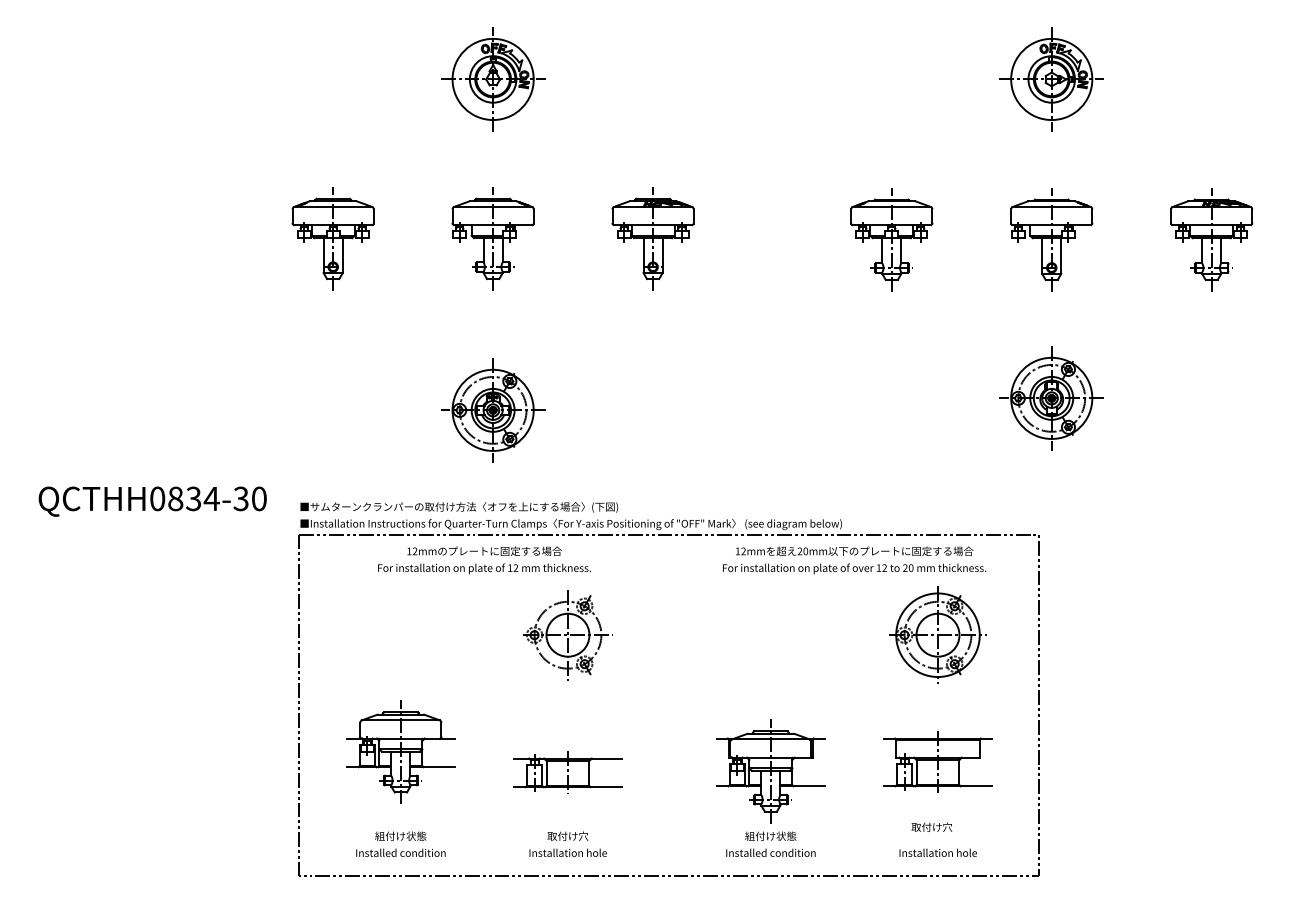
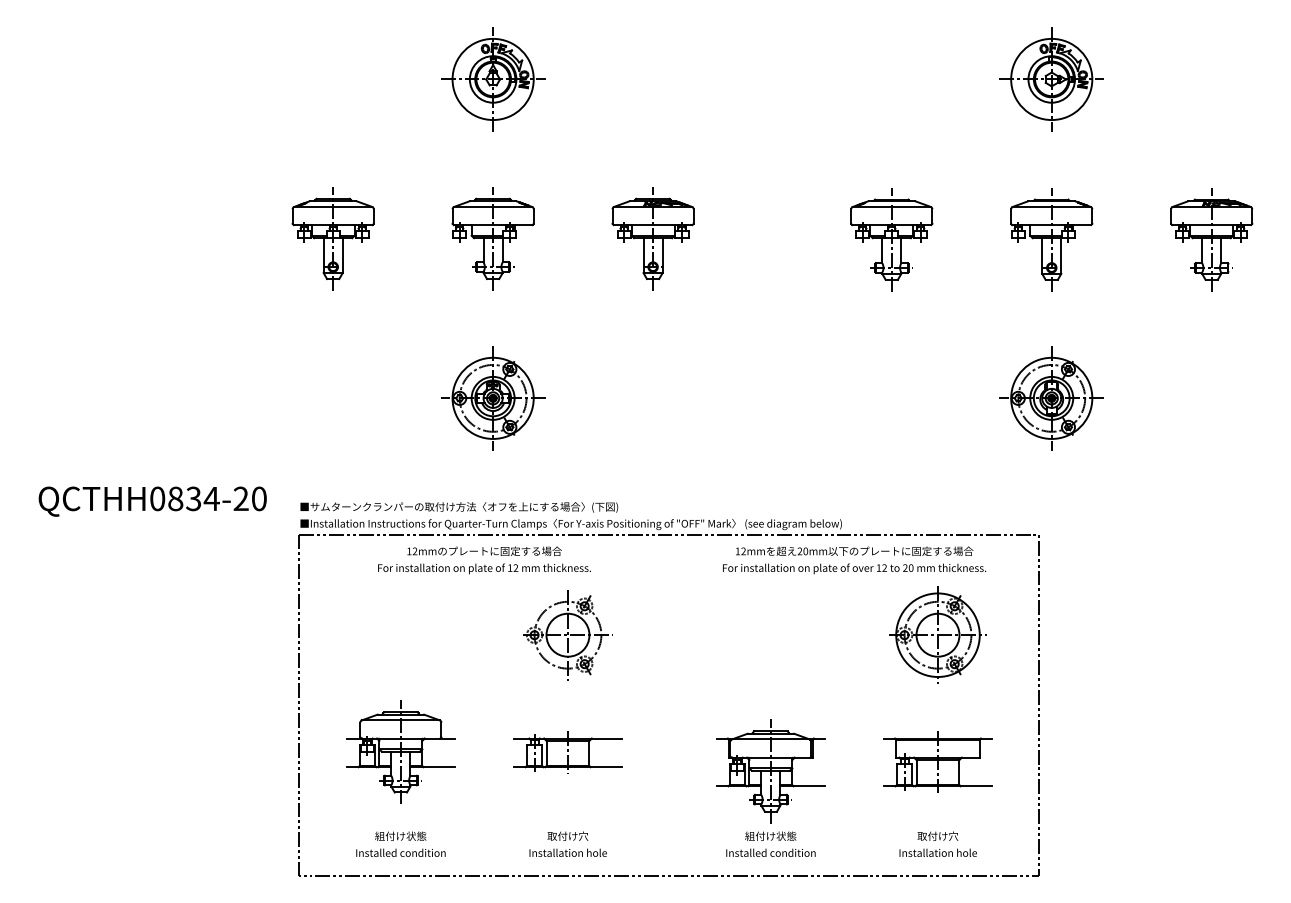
part at (493, 410) position: (493, 410) -> (493, 398)
text at (240, 499): QCTHH0834-30 -> QCTHH0834-20
part at (567, 772) position: (567, 772) -> (567, 752)
text at (931, 826) position: (931, 826) -> (937, 835)
